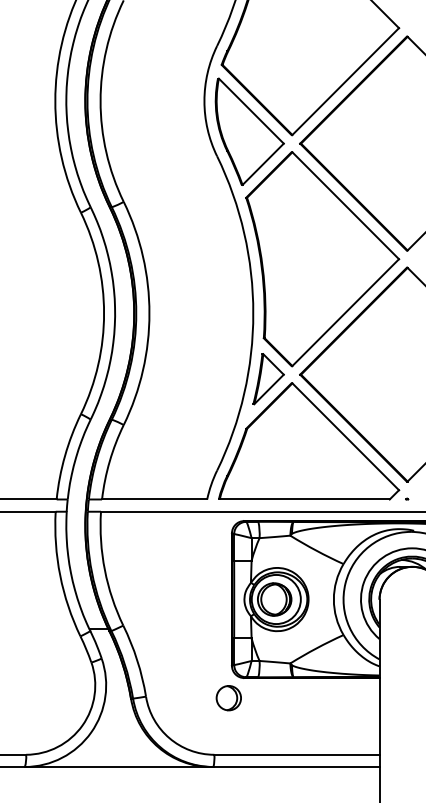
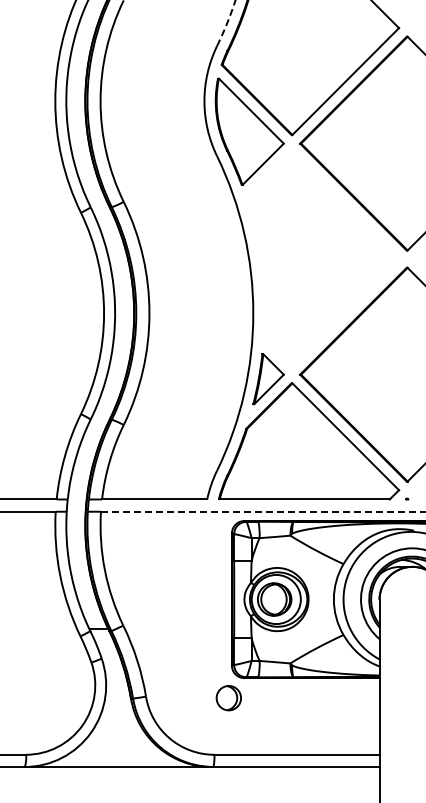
arc at (227, 22): solid -> dashed
part at (322, 259): present -> none
line at (263, 511): solid -> dashed
